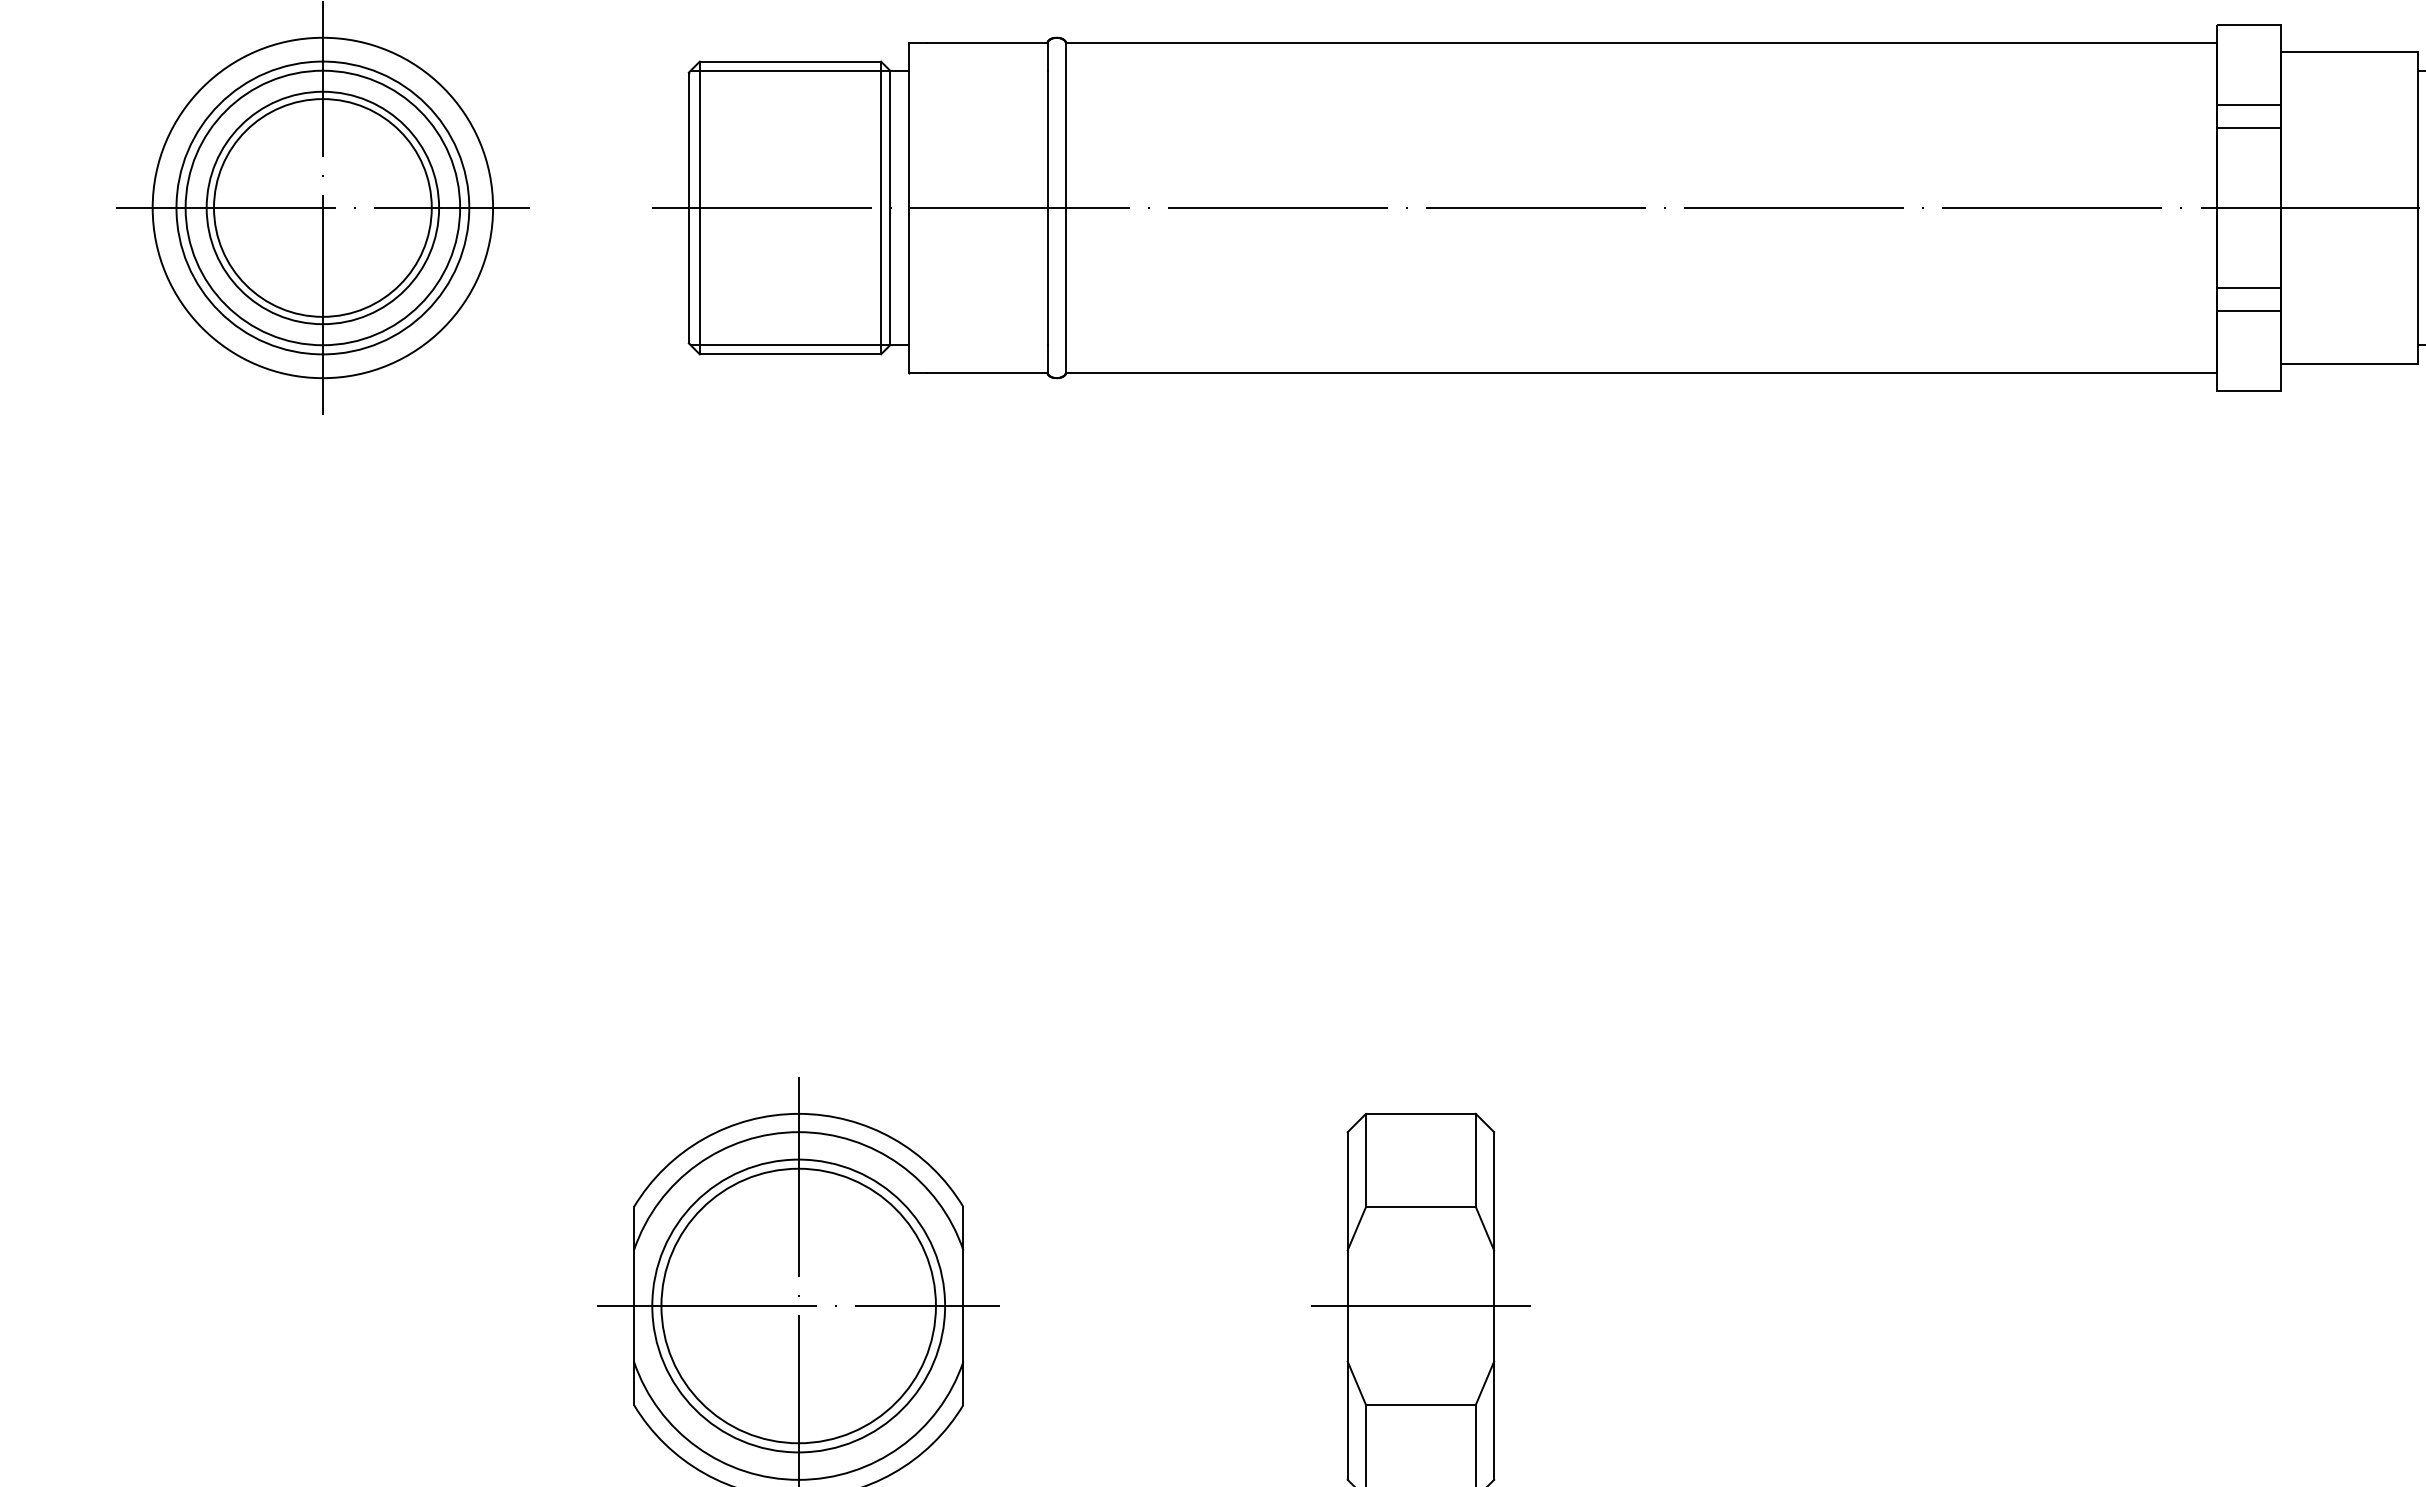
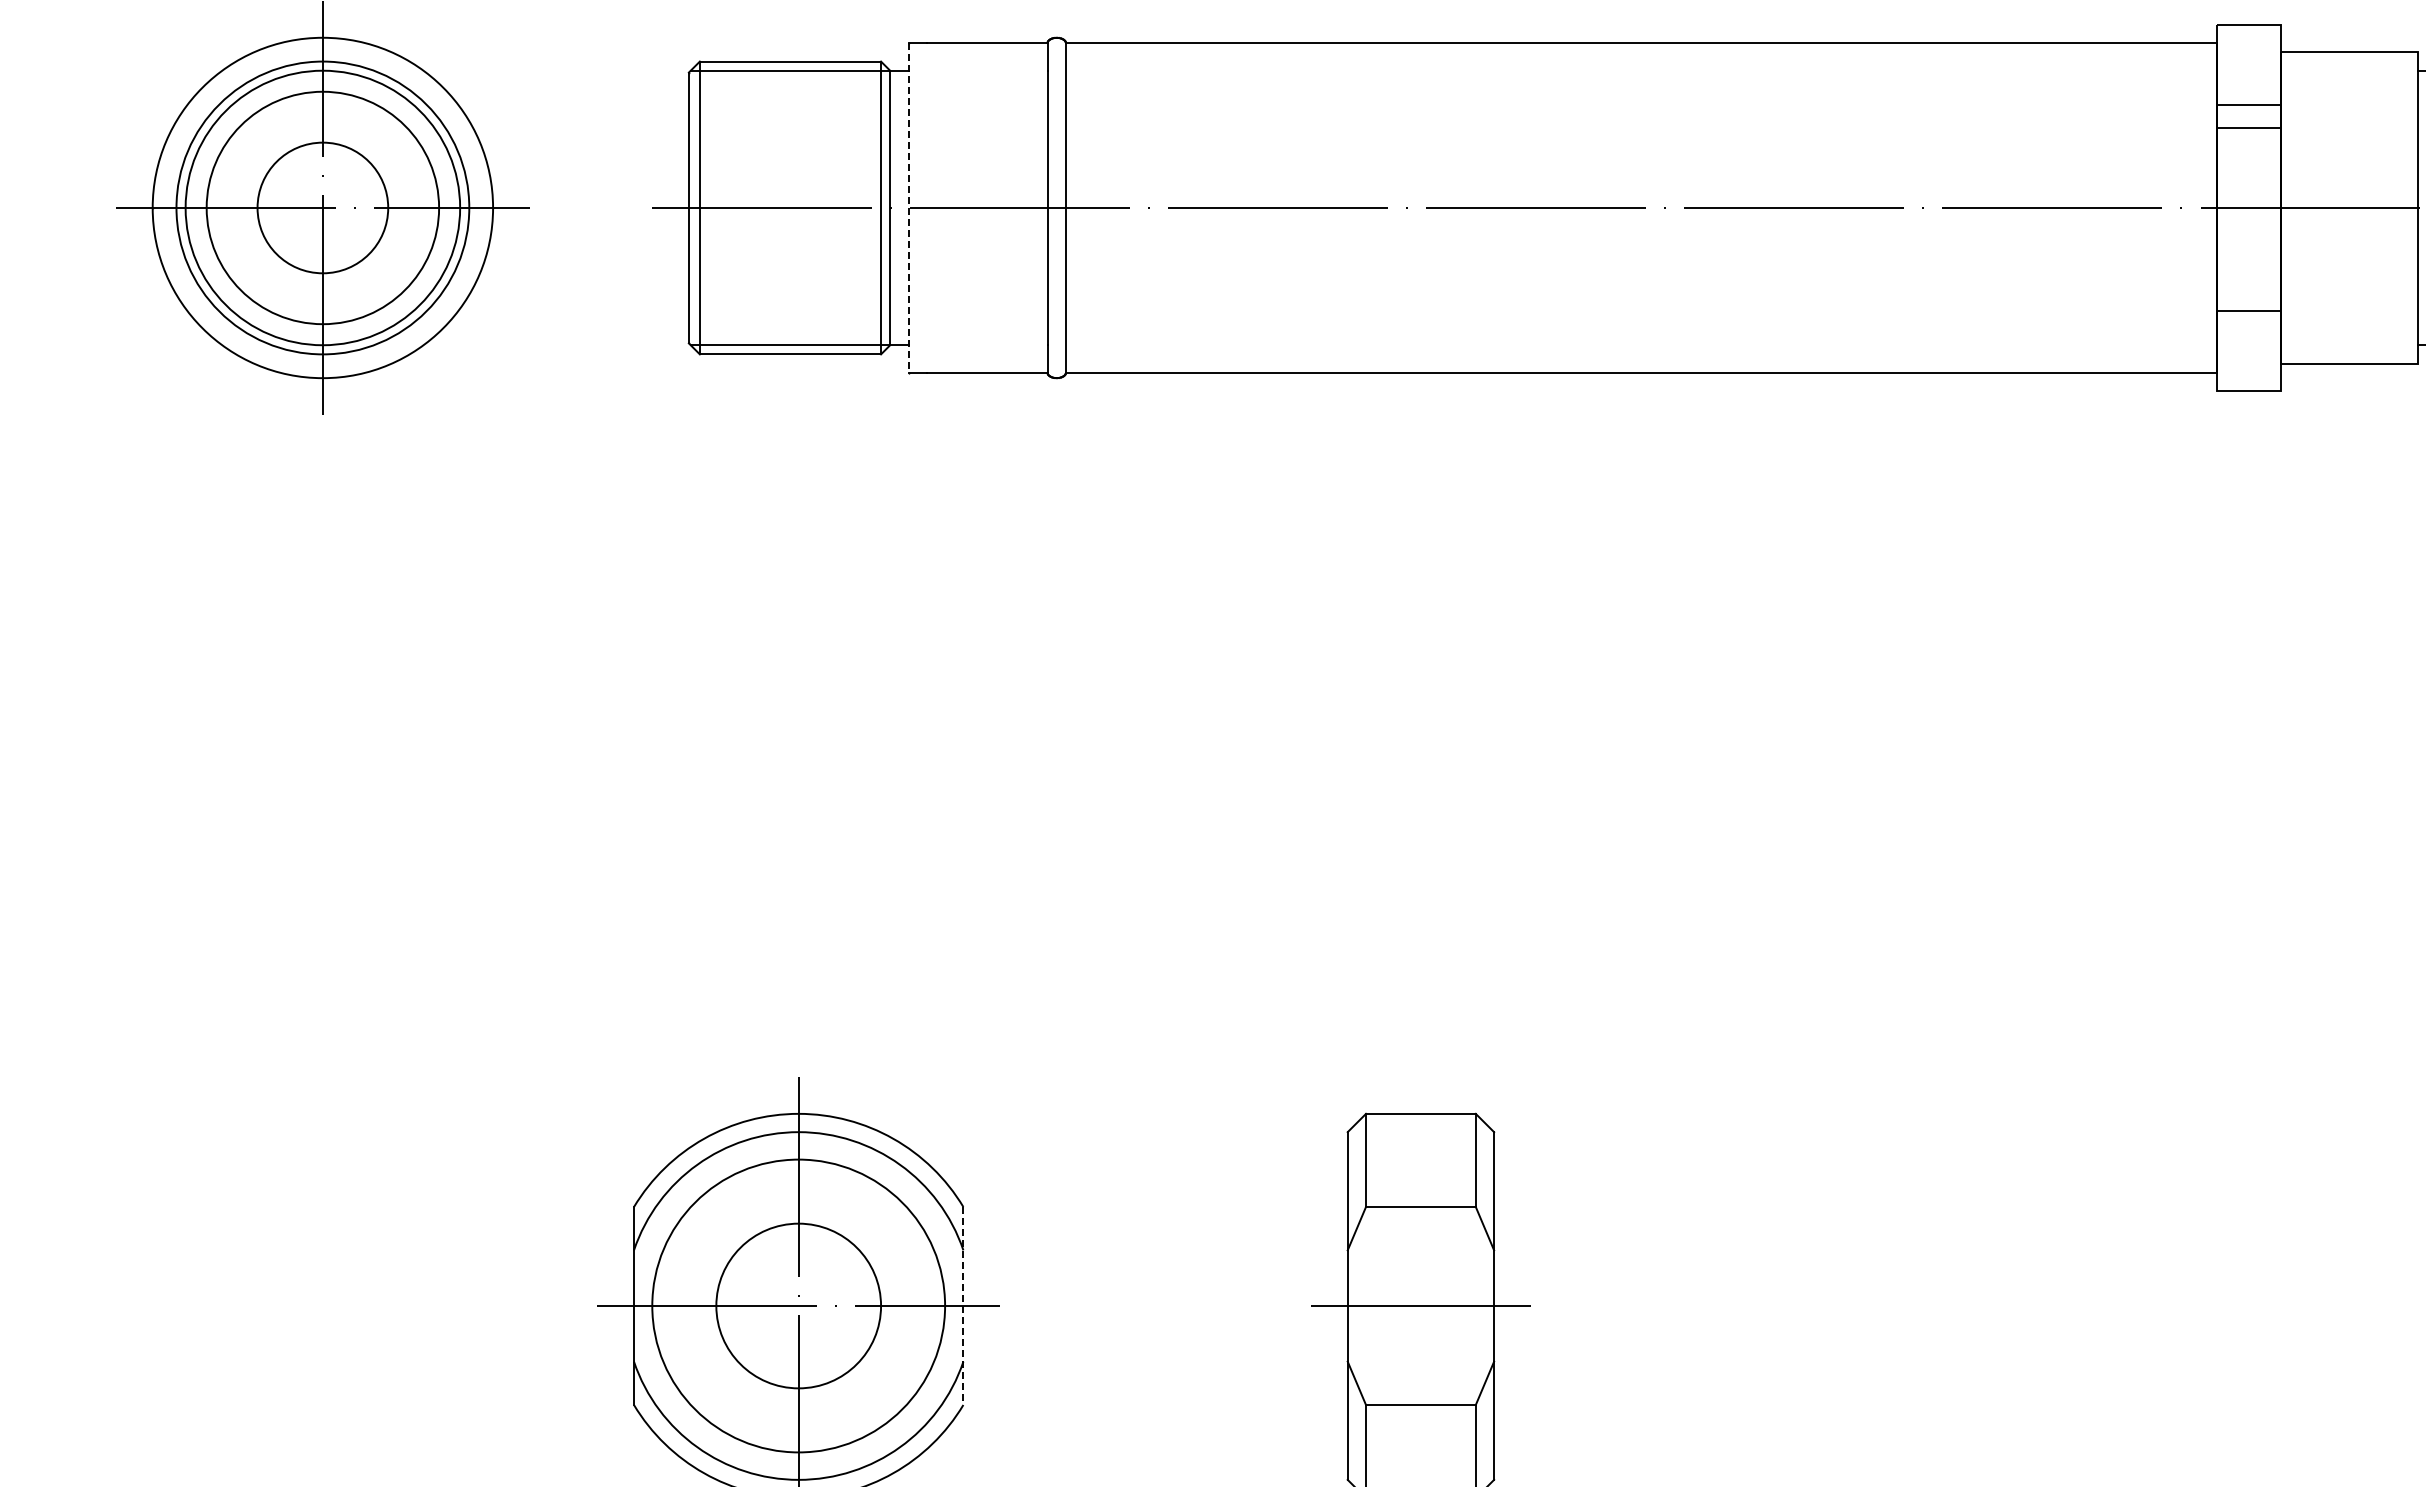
circle at (322, 207) diameter: 218 px -> 131 px
line at (908, 207): solid -> dashed
line at (2248, 287): present -> none
circle at (798, 1305) diameter: 275 px -> 165 px
line at (963, 1306): solid -> dashed
